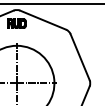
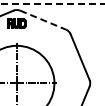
line at (53, 4): solid -> dashed
line at (43, 20): solid -> dashed
